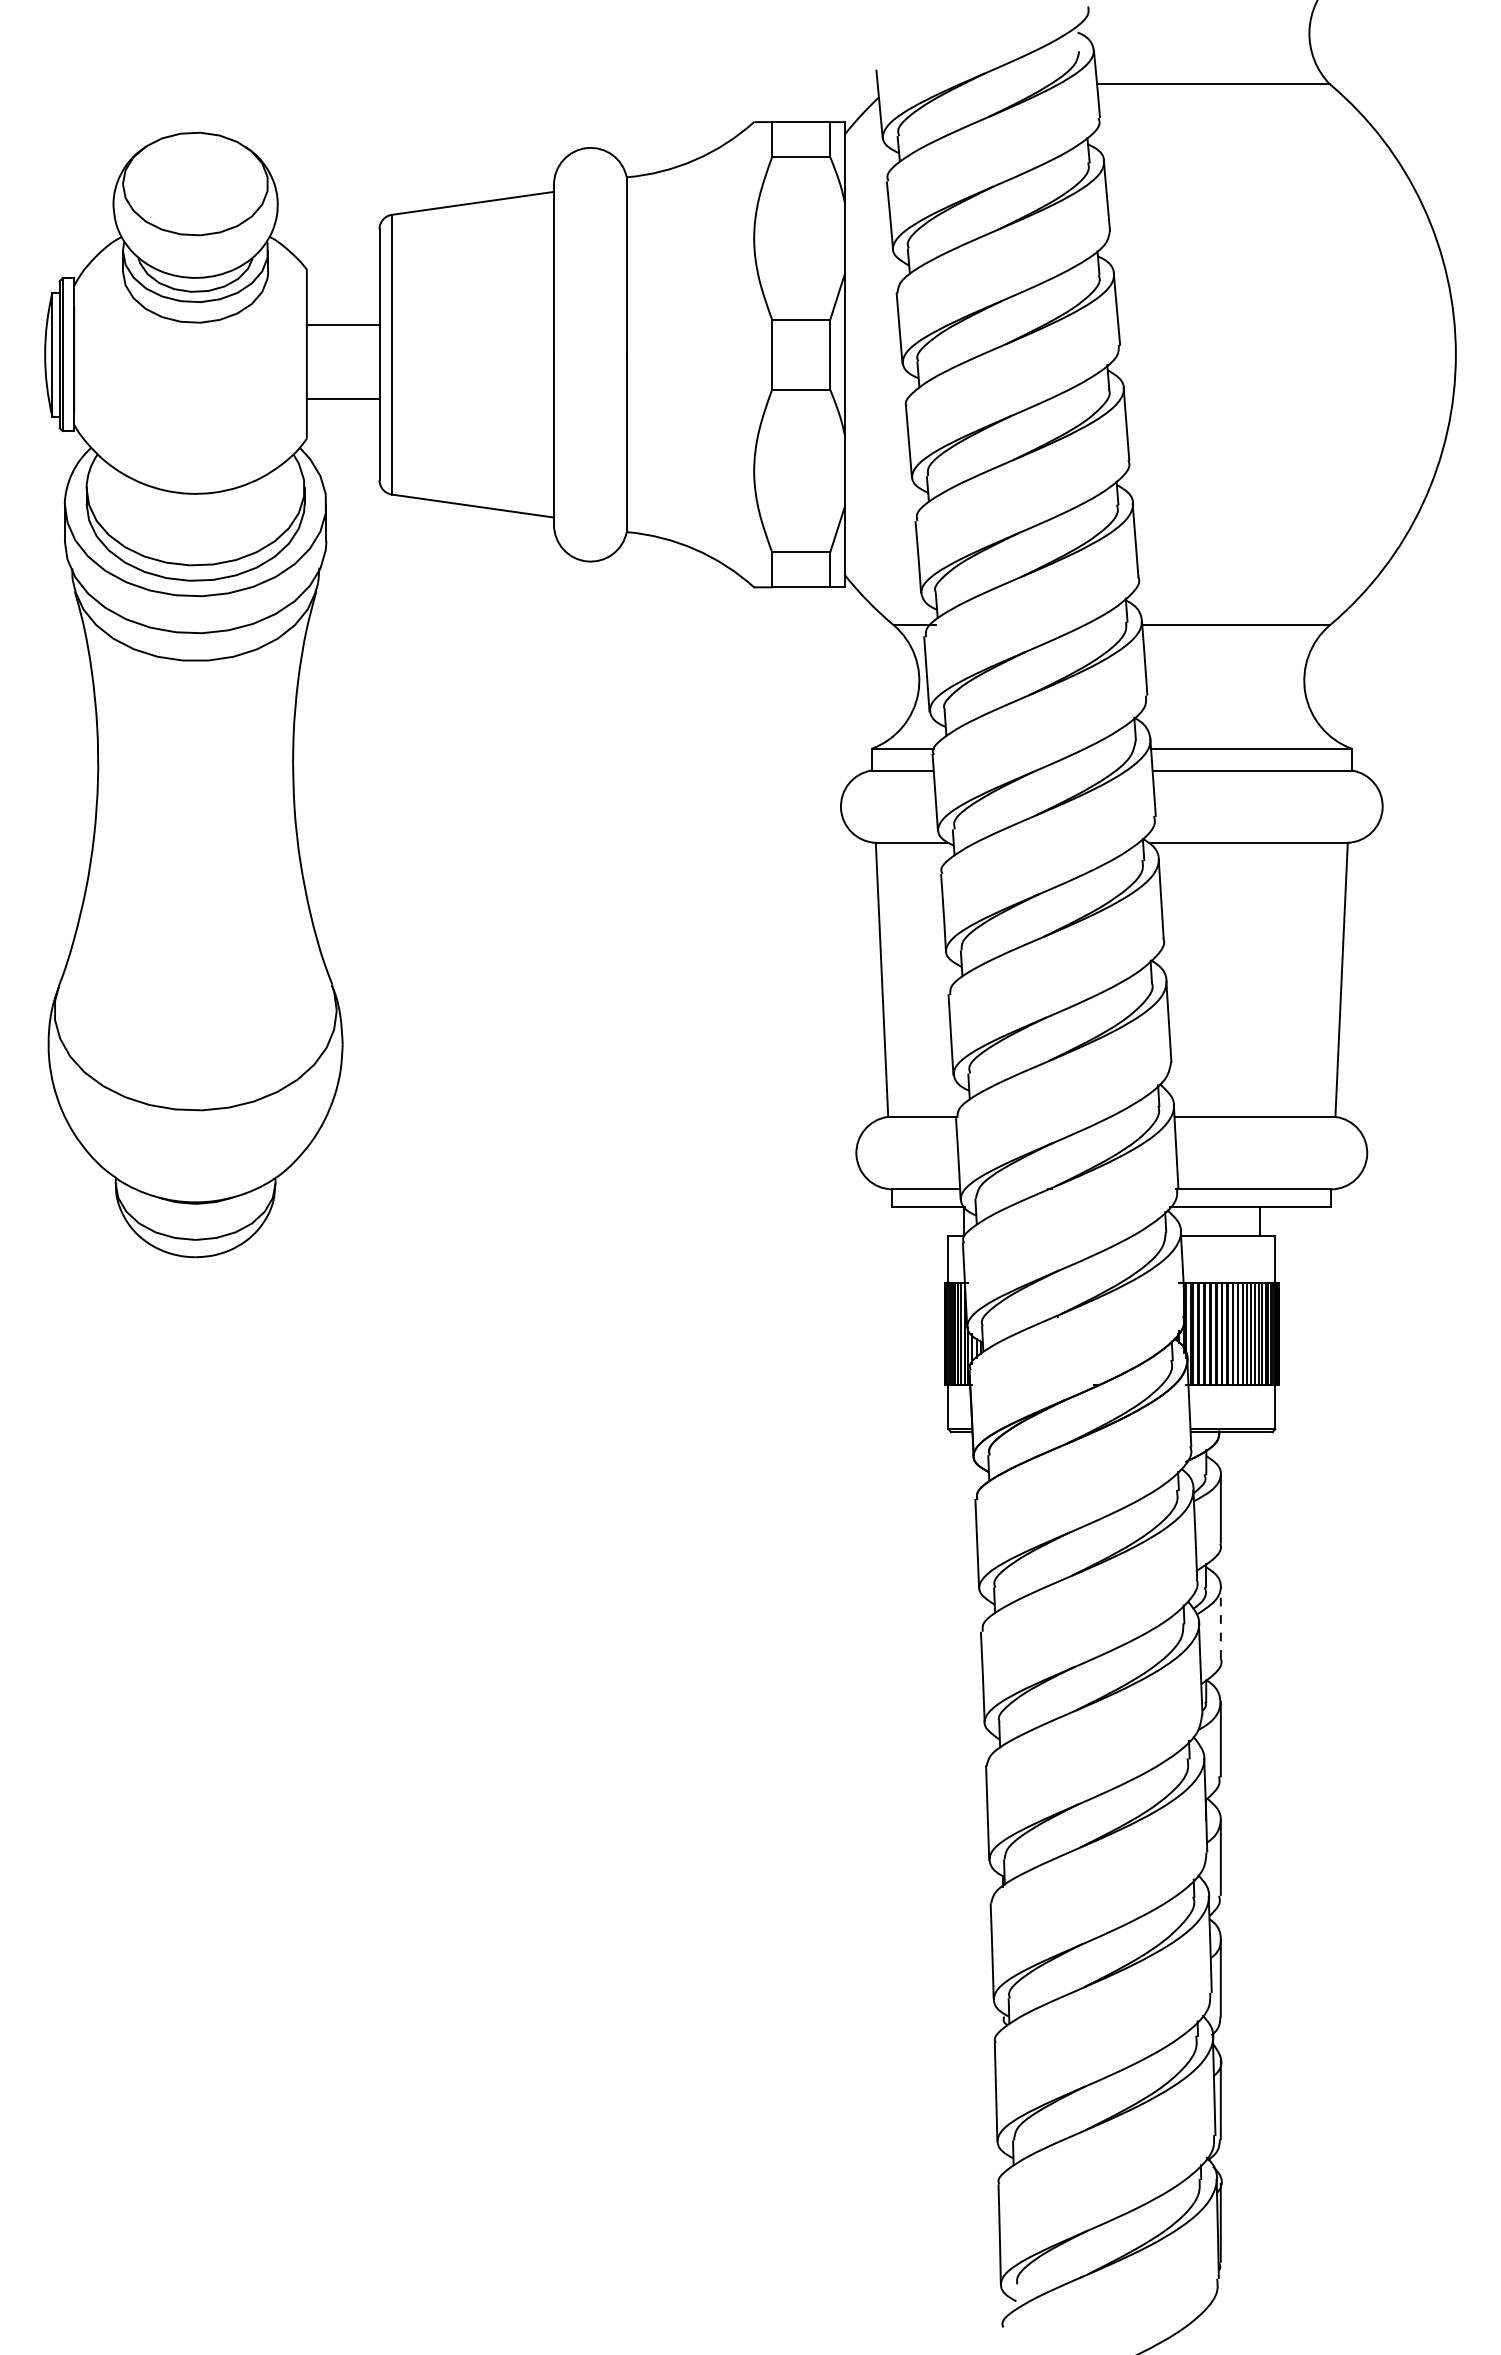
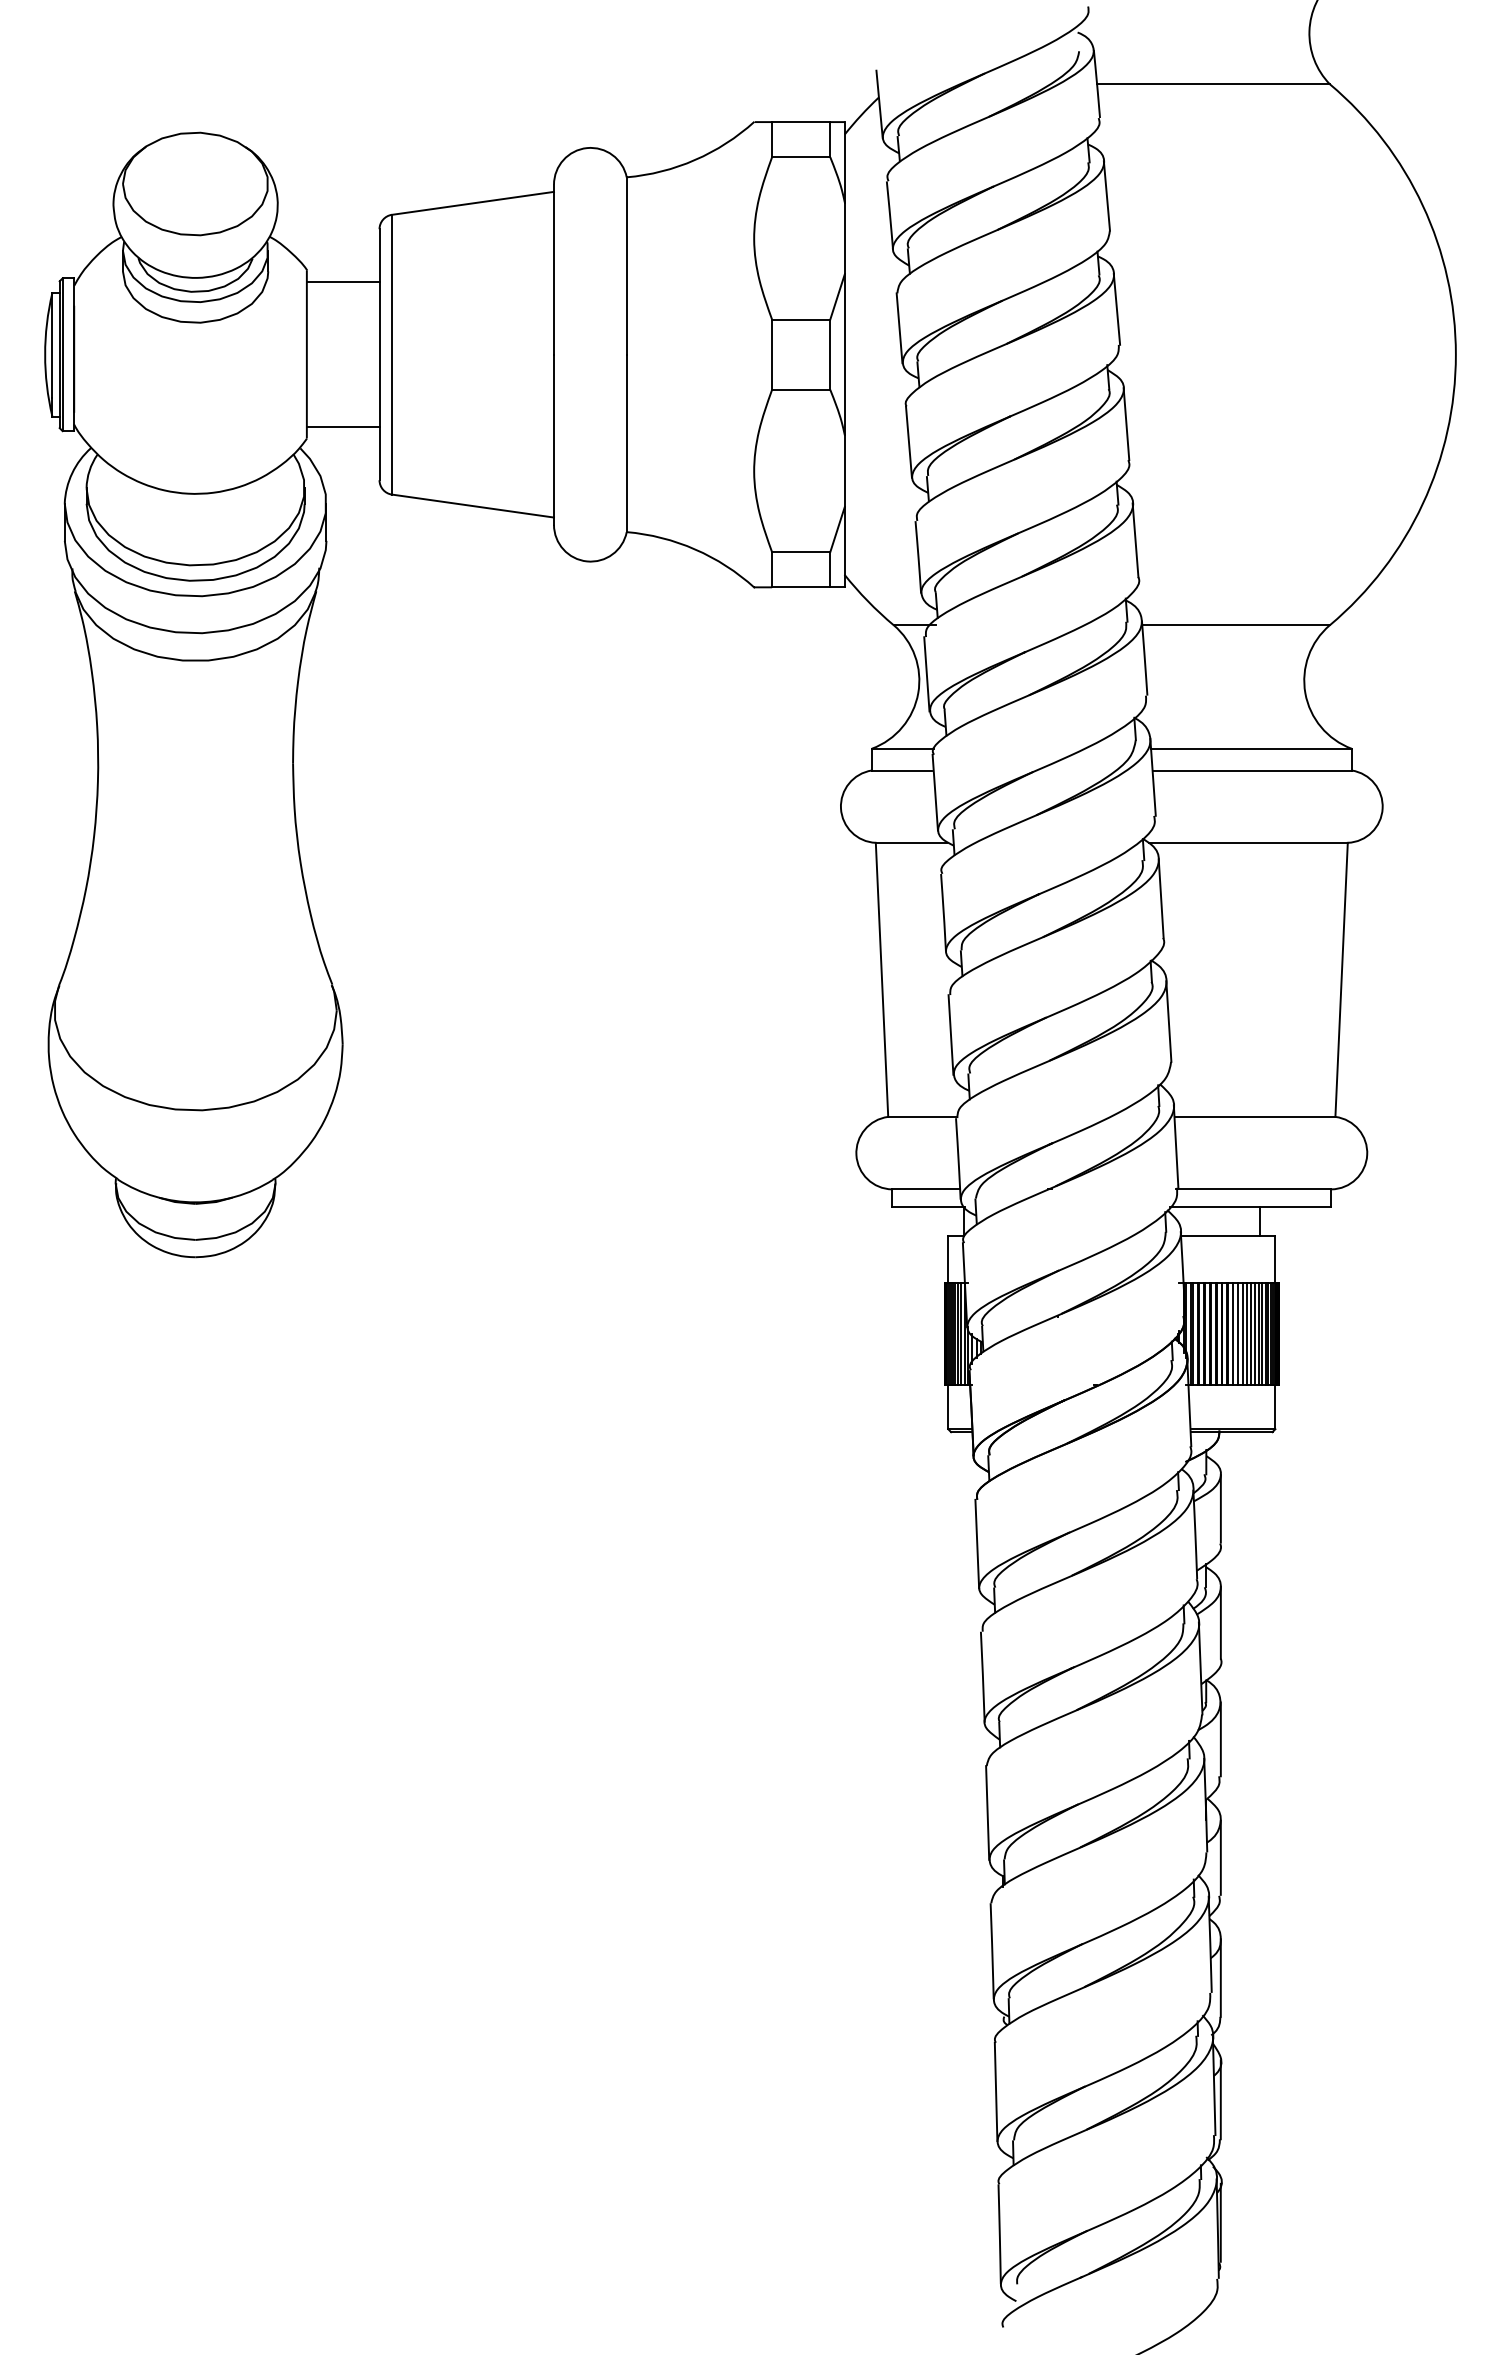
line at (342, 325) position: (342, 325) -> (342, 282)
line at (342, 399) position: (342, 399) -> (342, 427)
line at (1220, 1622): dashed -> solid
